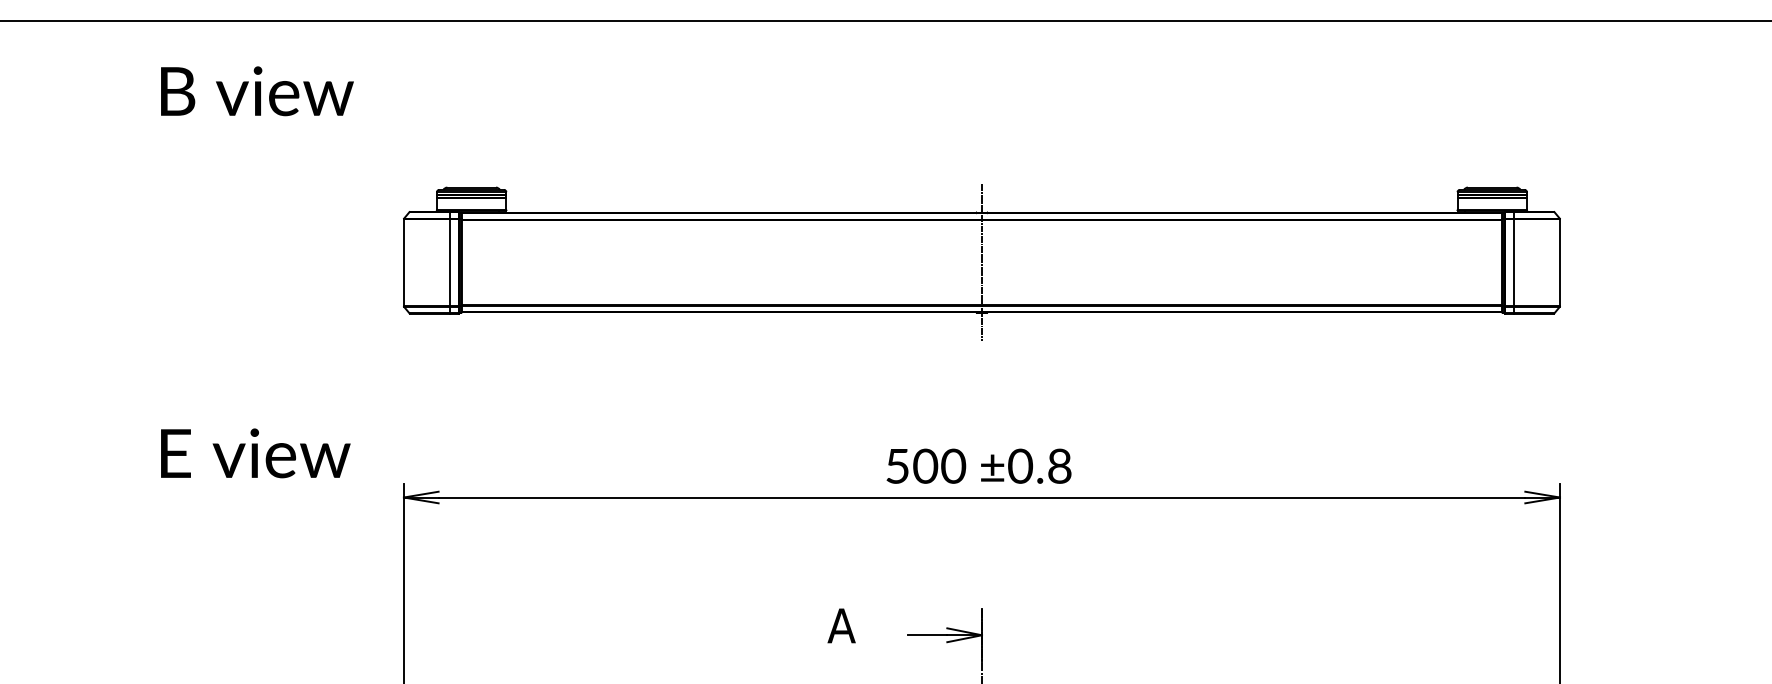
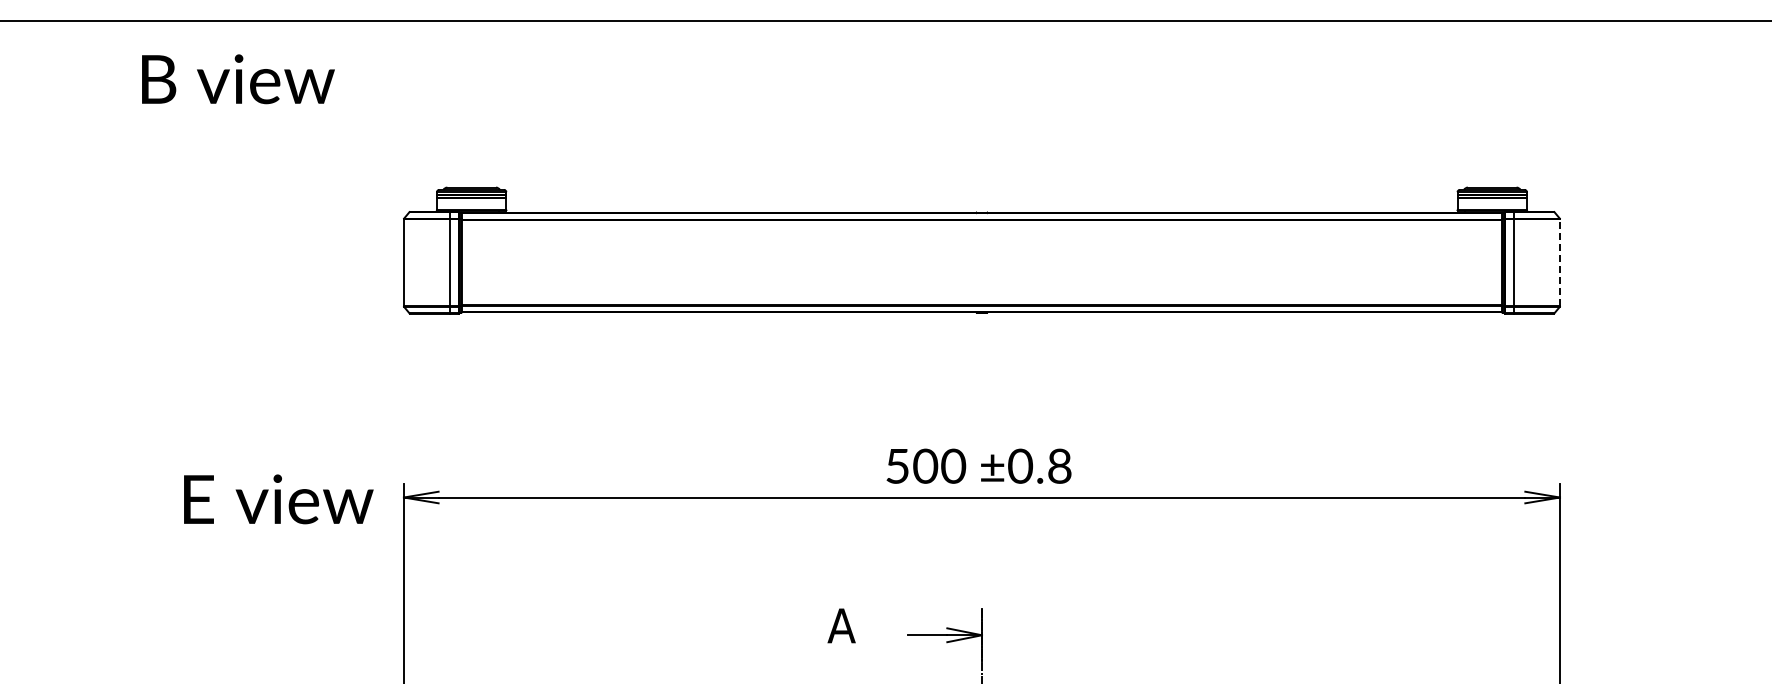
text at (257, 91) position: (257, 91) -> (238, 79)
line at (981, 262): present -> none
line at (1560, 262): solid -> dashed
text at (255, 453) position: (255, 453) -> (278, 499)
